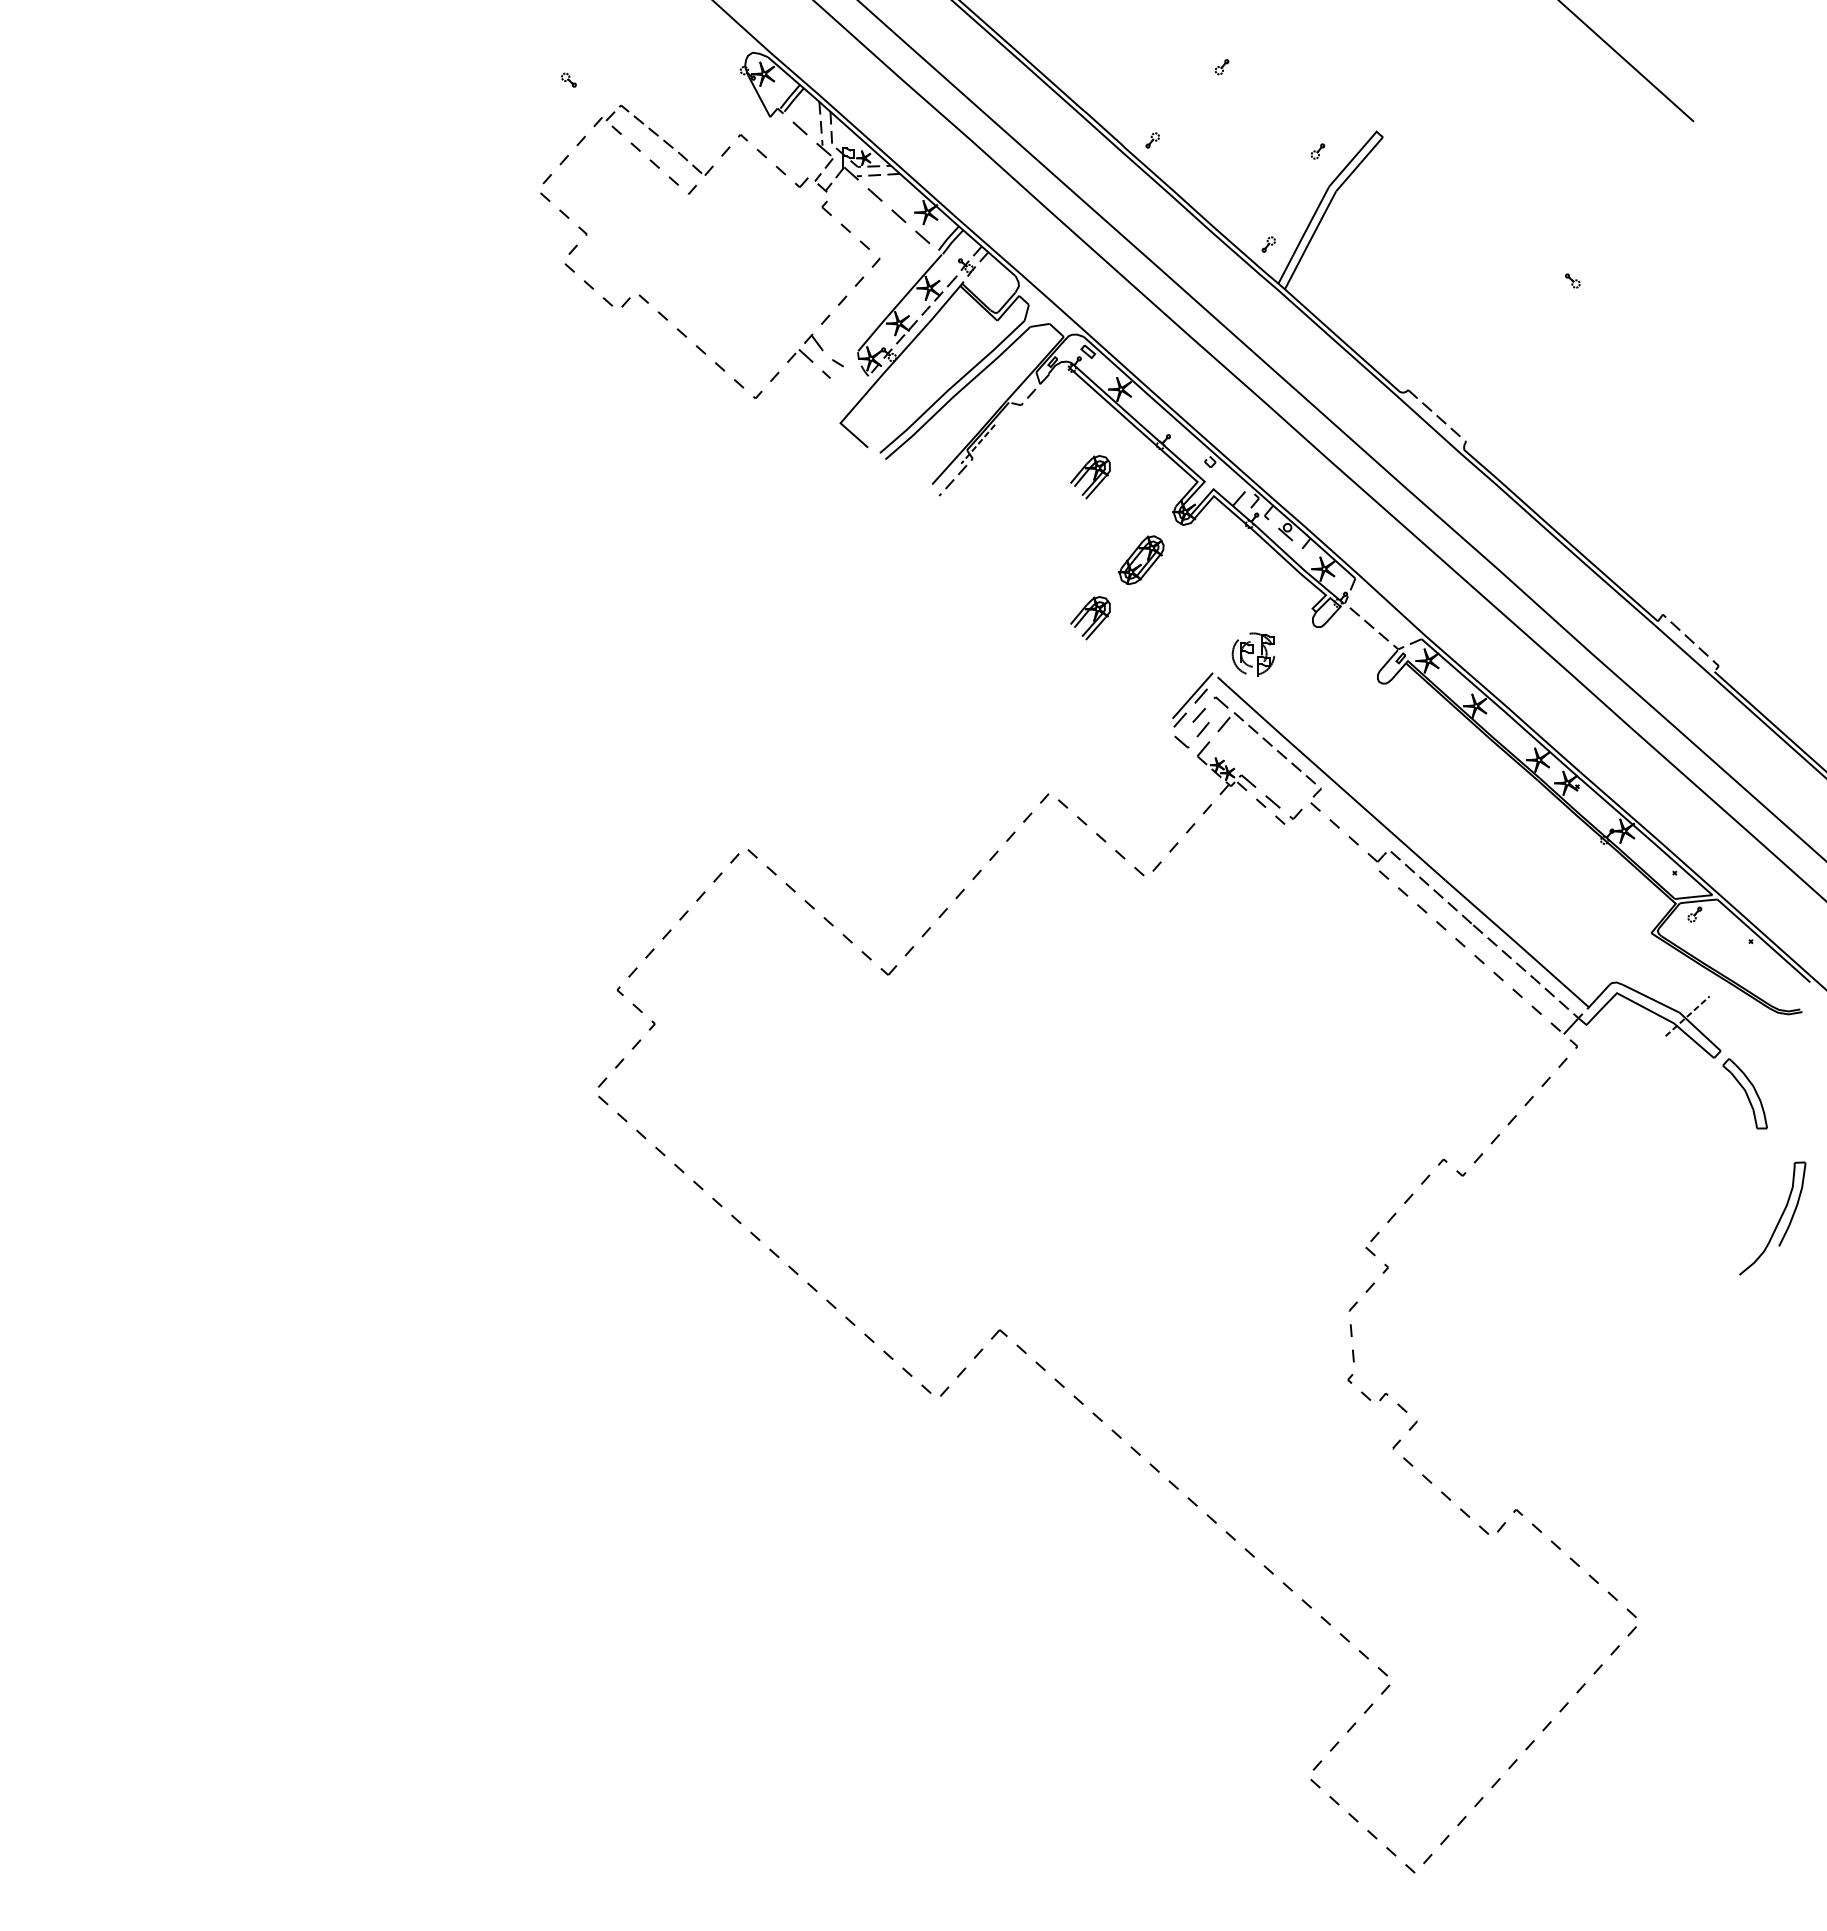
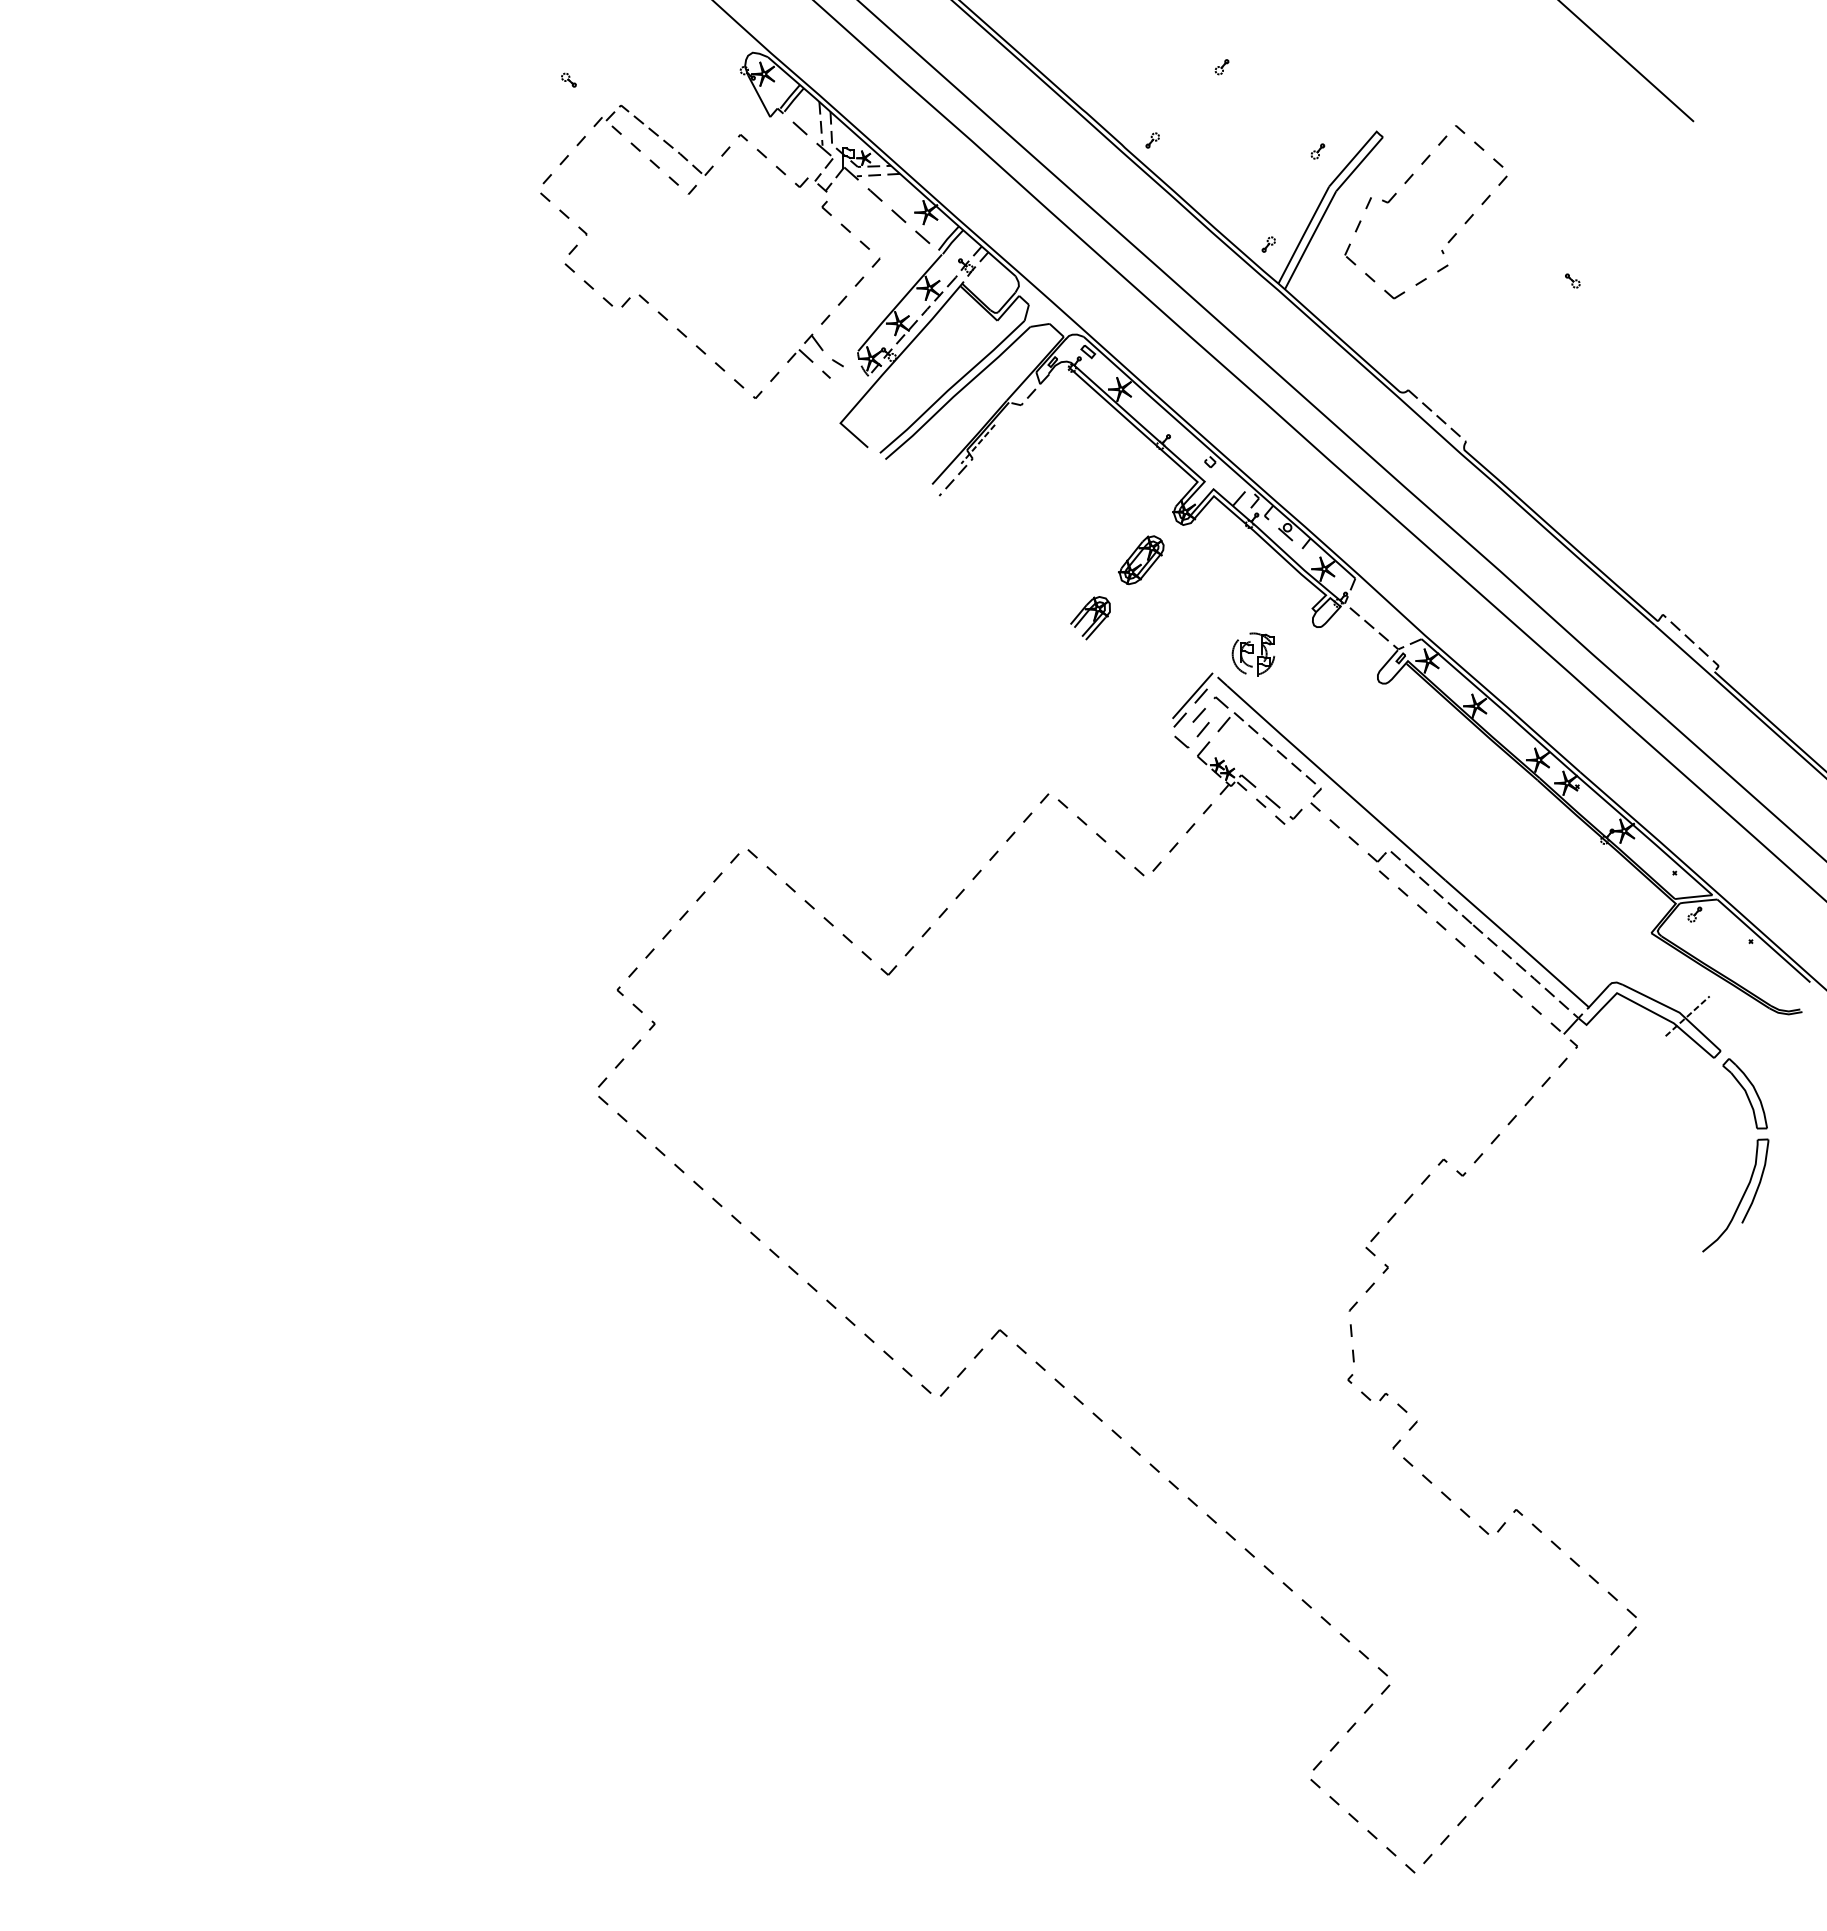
part at (1396, 194): none -> present
part at (1090, 477): present -> none
part at (1778, 1220) position: (1778, 1220) -> (1741, 1197)
